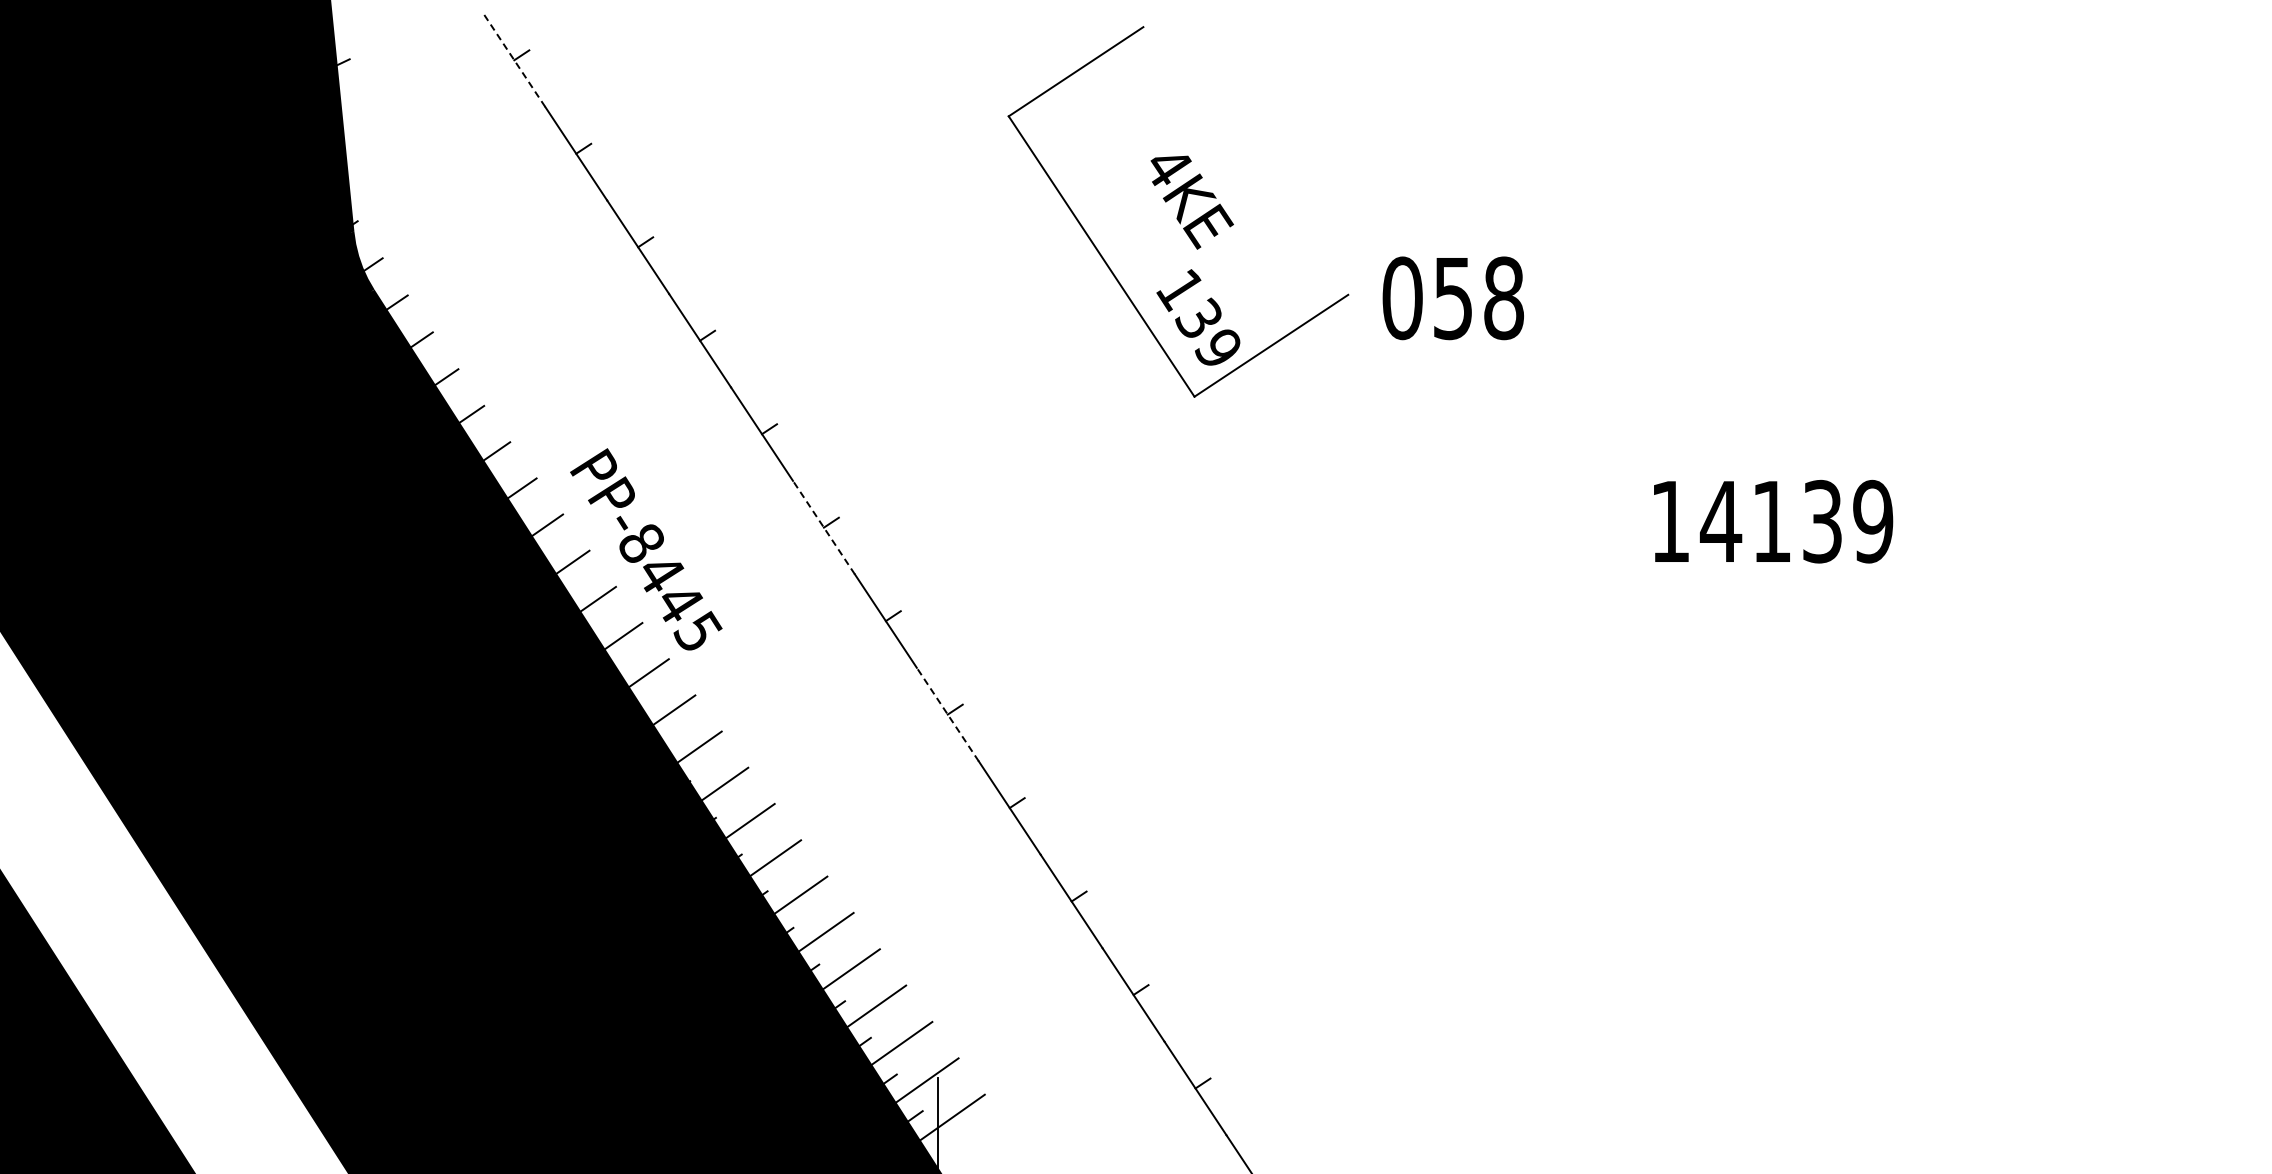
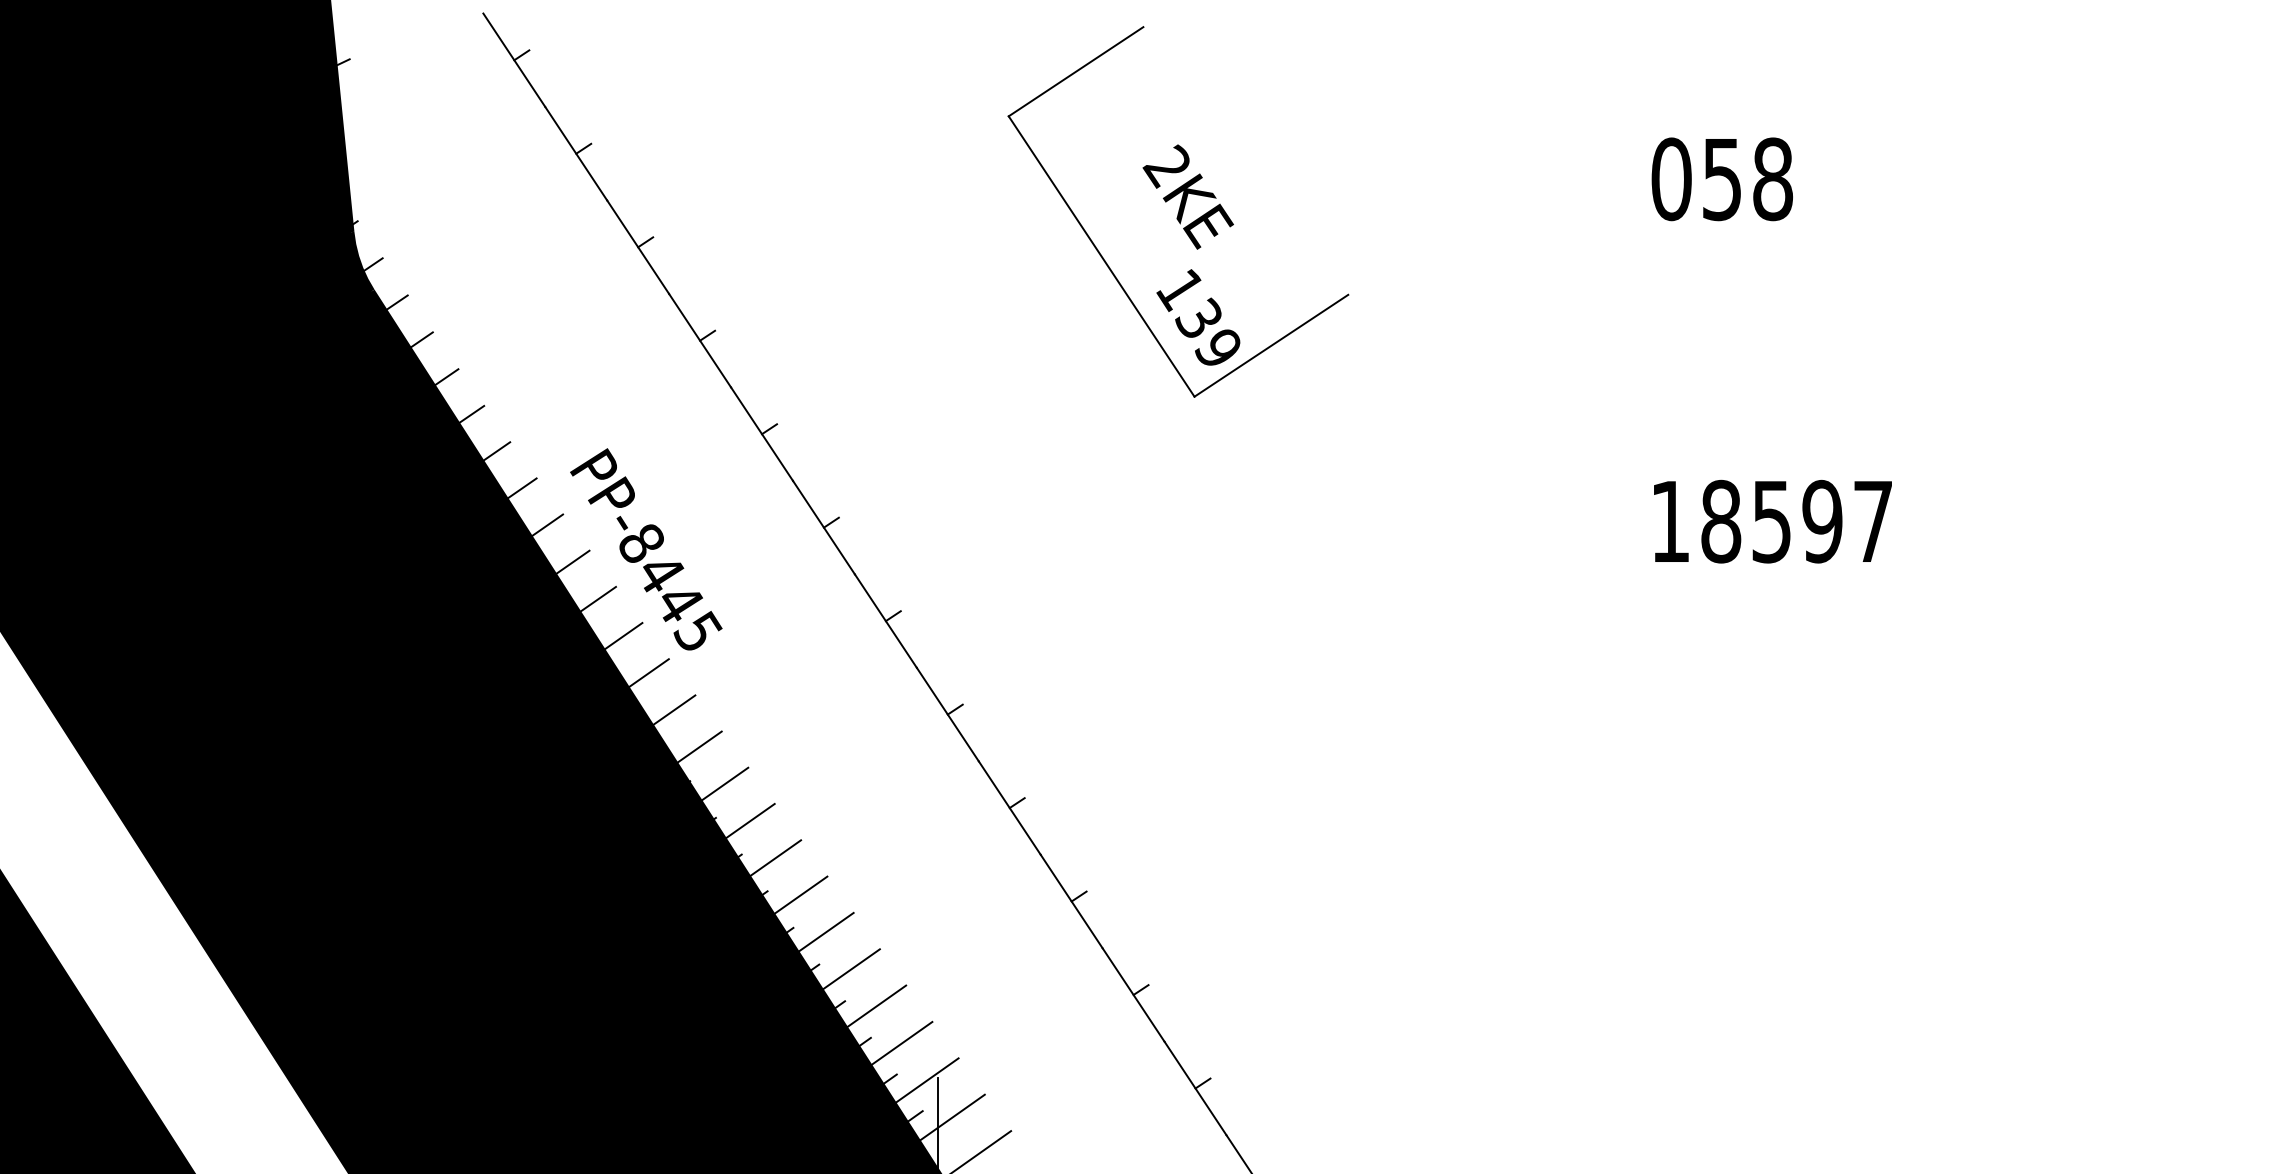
line at (514, 59): dashed -> solid
text at (1166, 166): 4KE -> 2KE
text at (1452, 298) position: (1452, 298) -> (1721, 179)
text at (1796, 521): 14139 -> 18597
line at (823, 527): dashed -> solid
line at (947, 714): dashed -> solid
line at (982, 1150): none -> present
